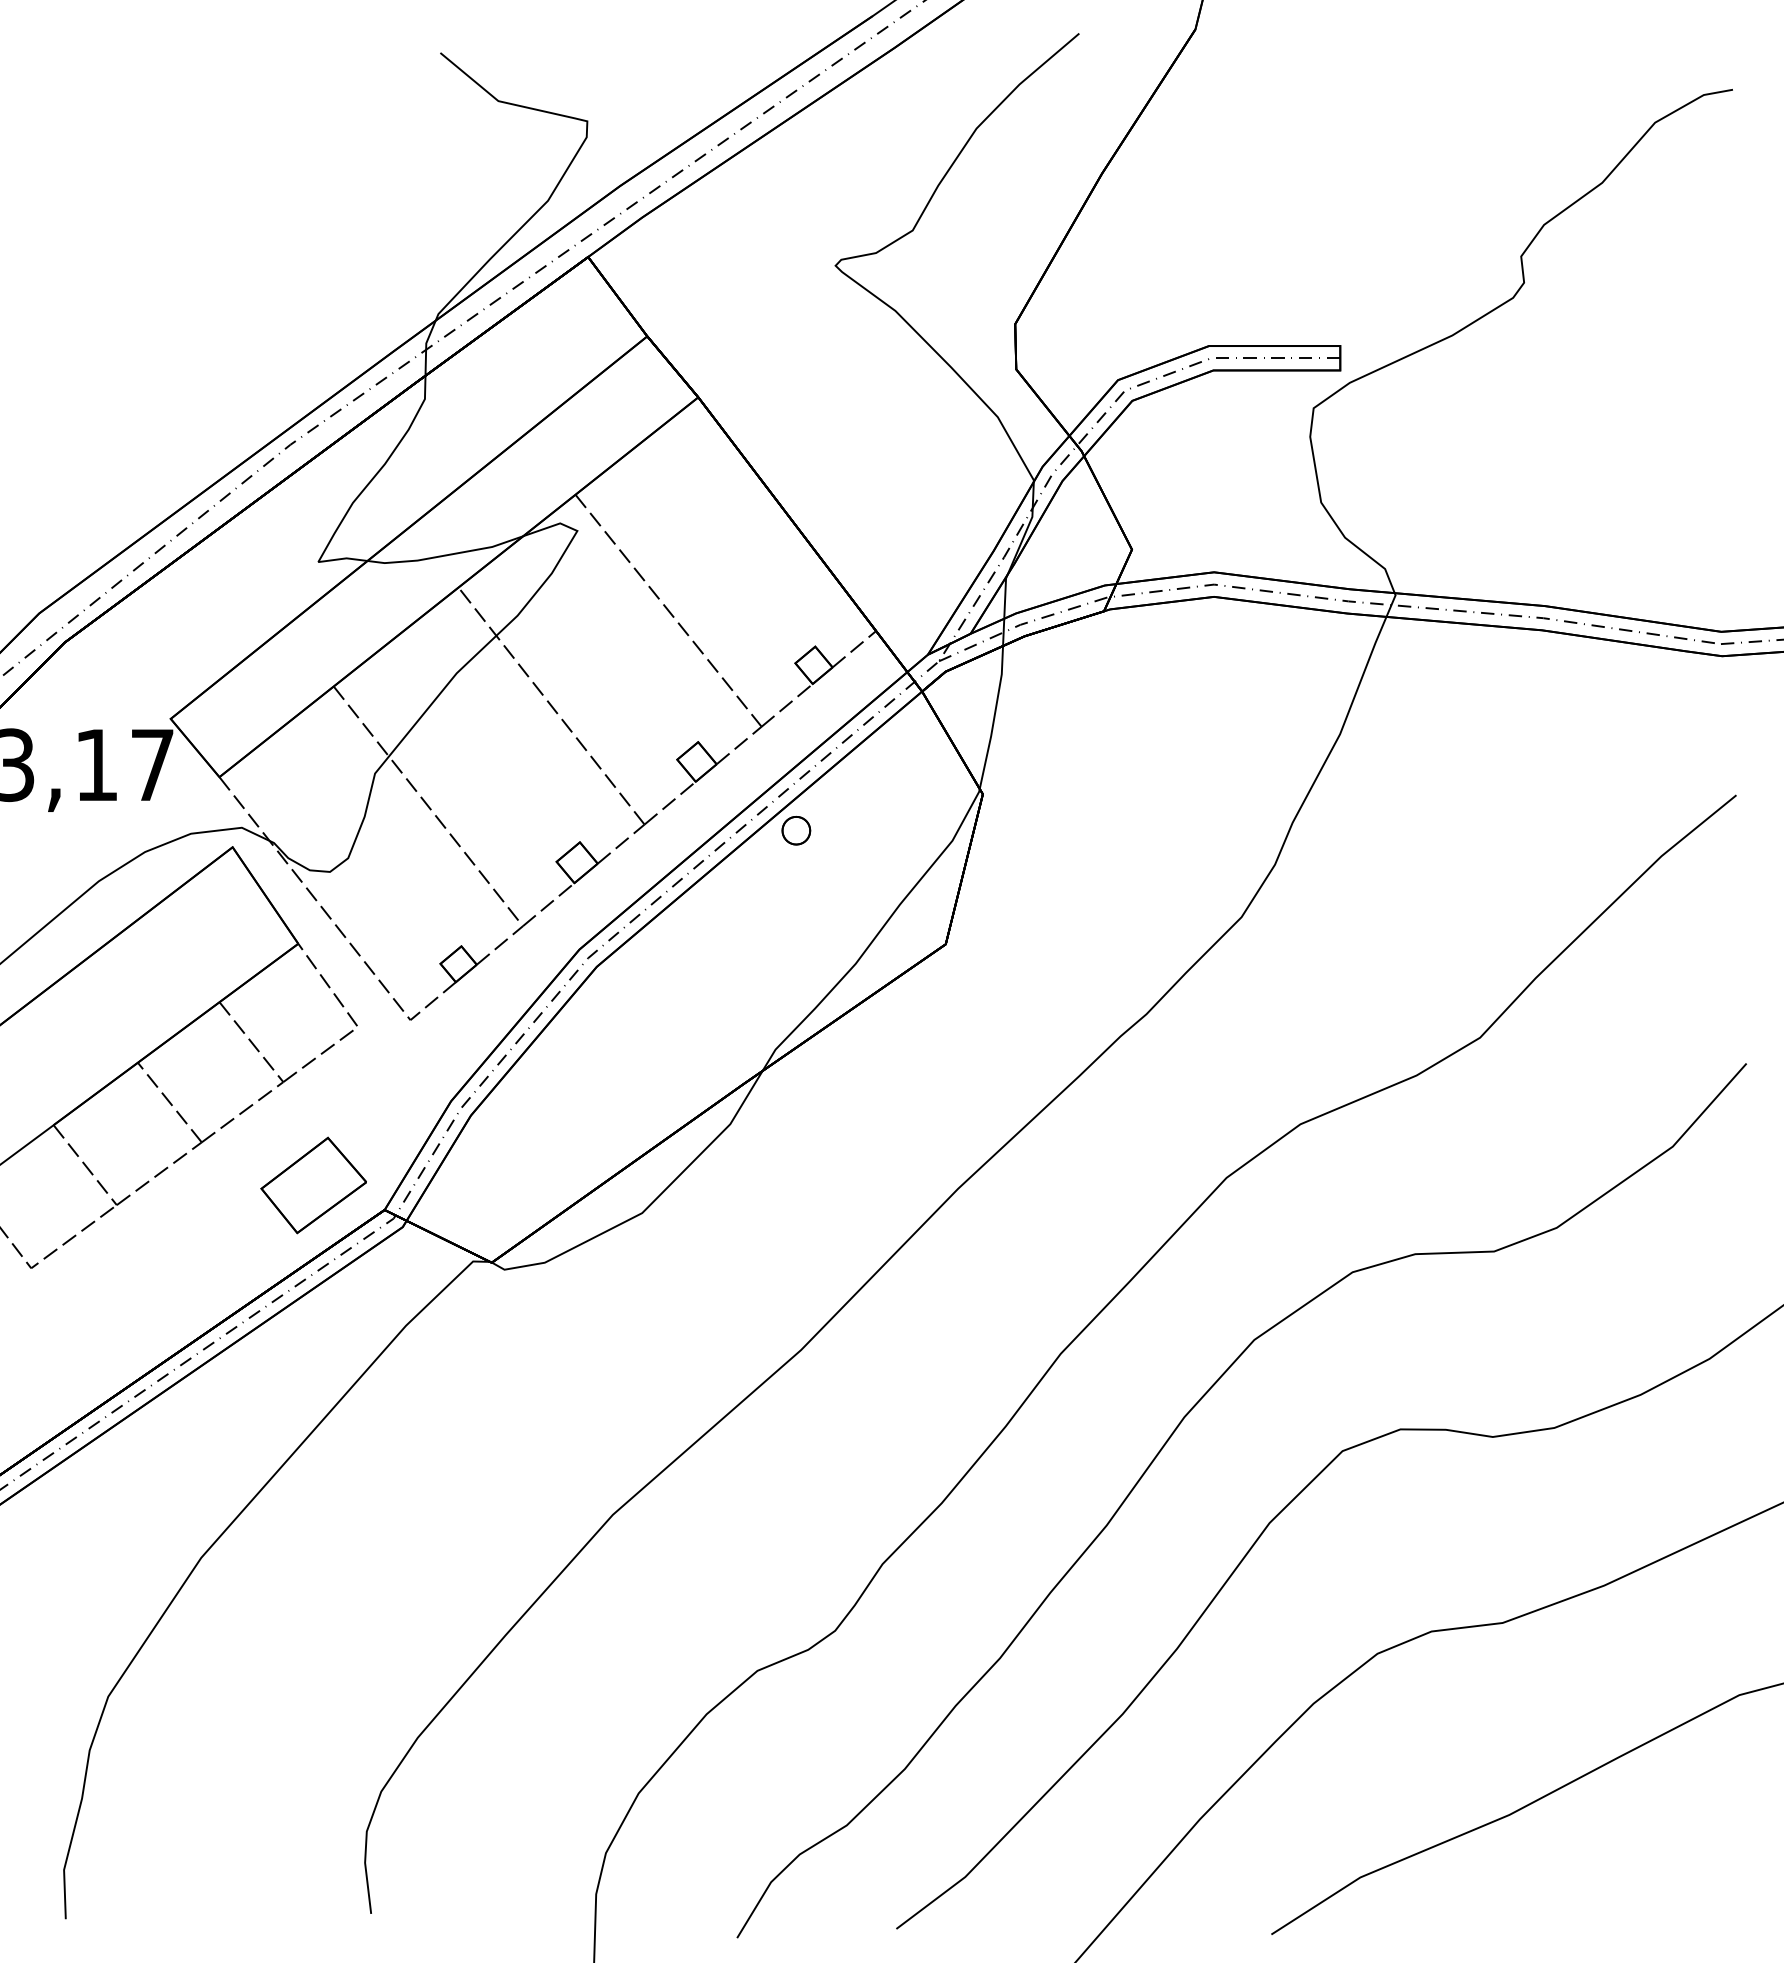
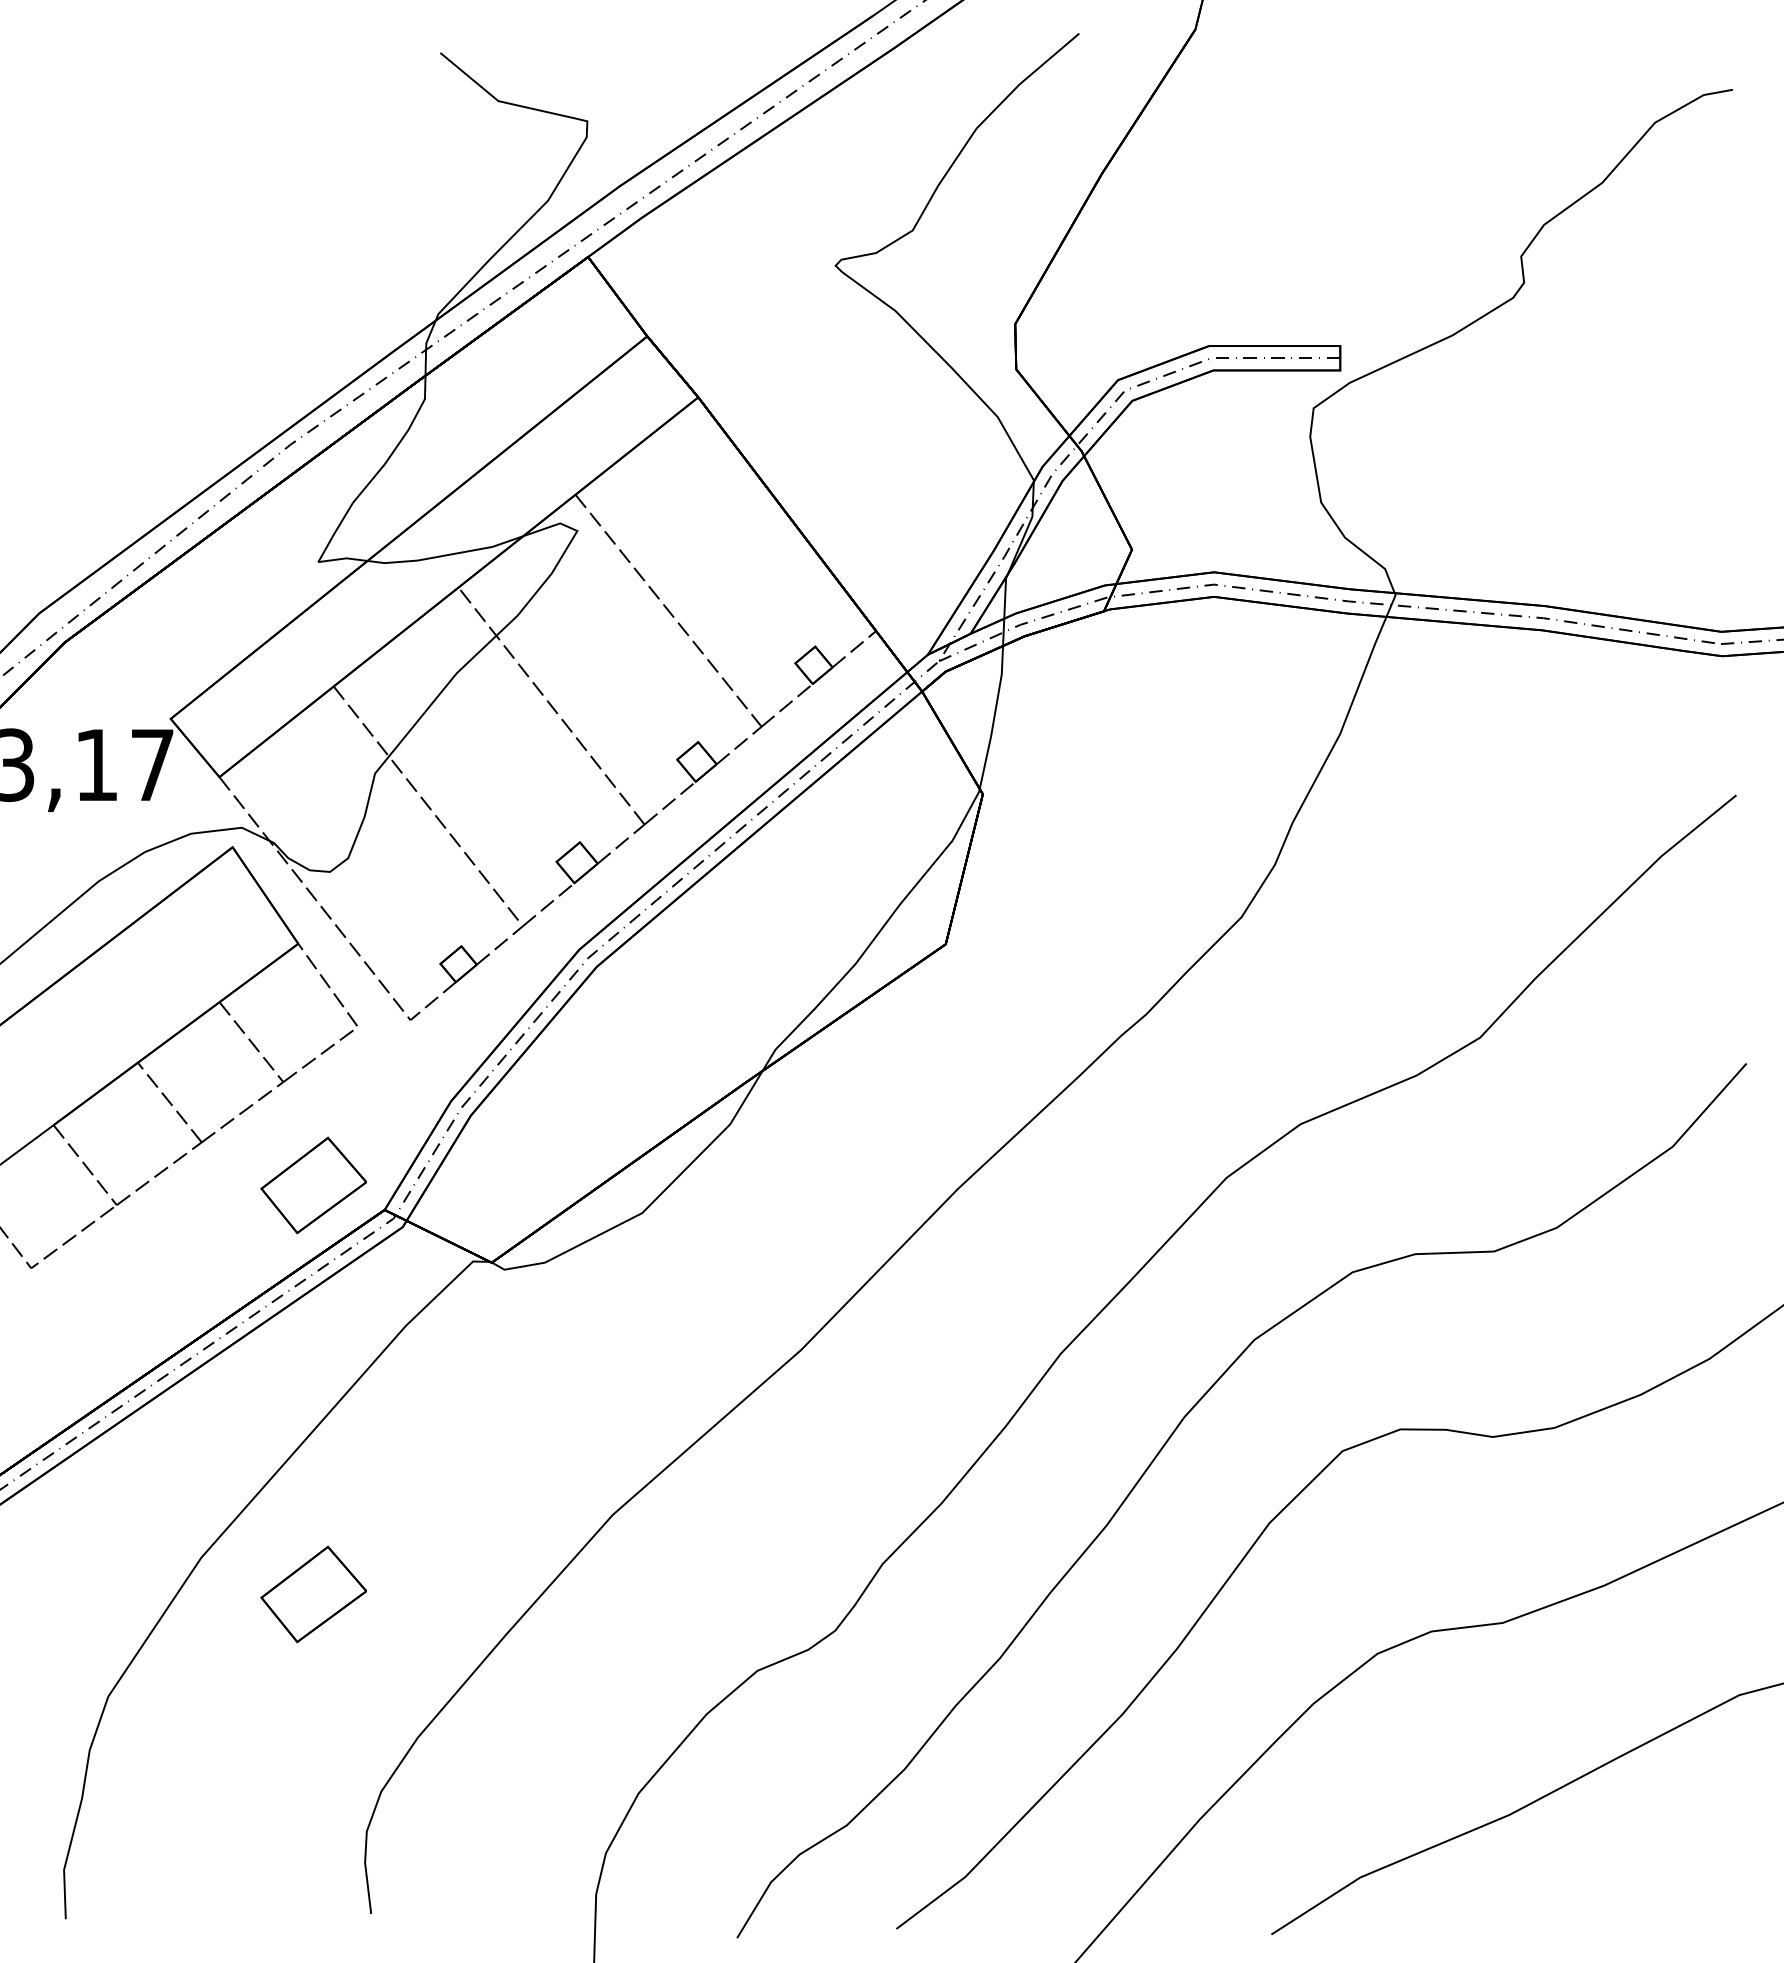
part at (796, 830): present -> none
part at (313, 1594): none -> present
